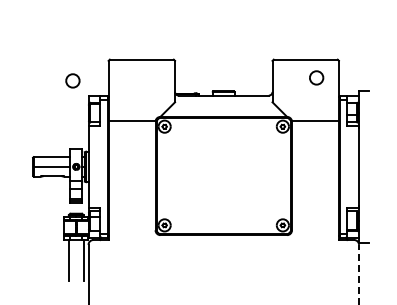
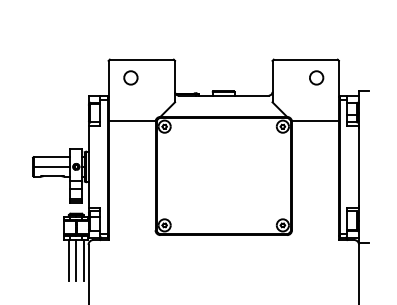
part at (72, 80) position: (72, 80) -> (130, 77)
line at (76, 259): none -> present
line at (359, 274): dashed -> solid
